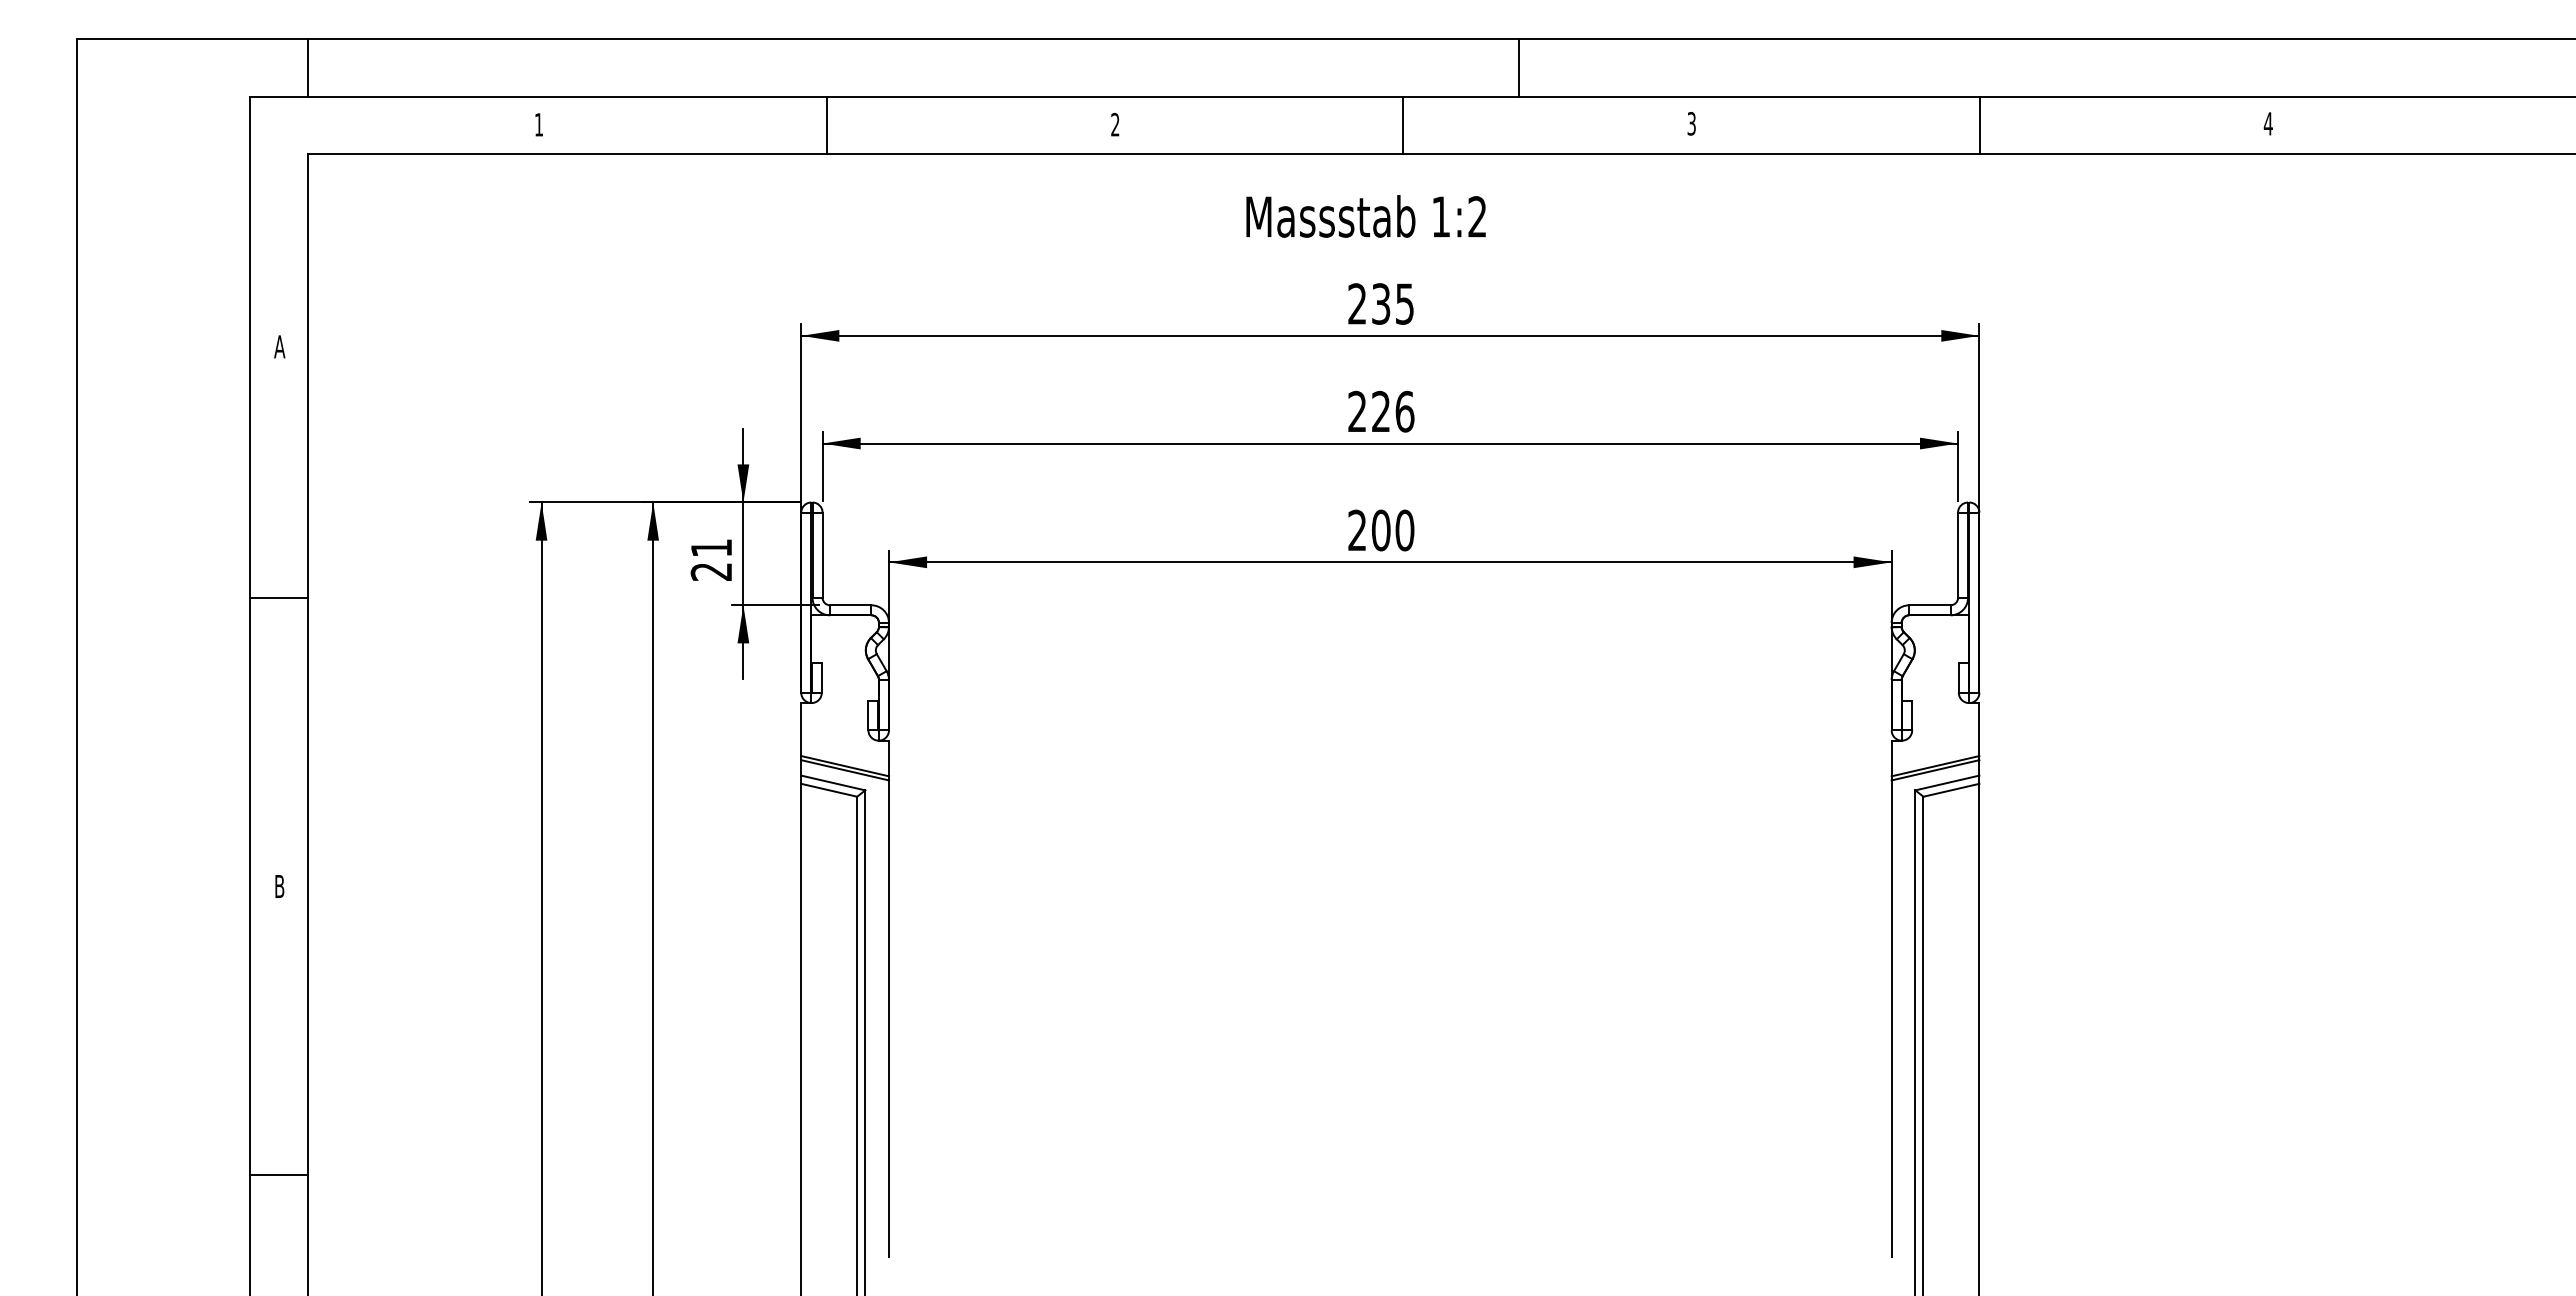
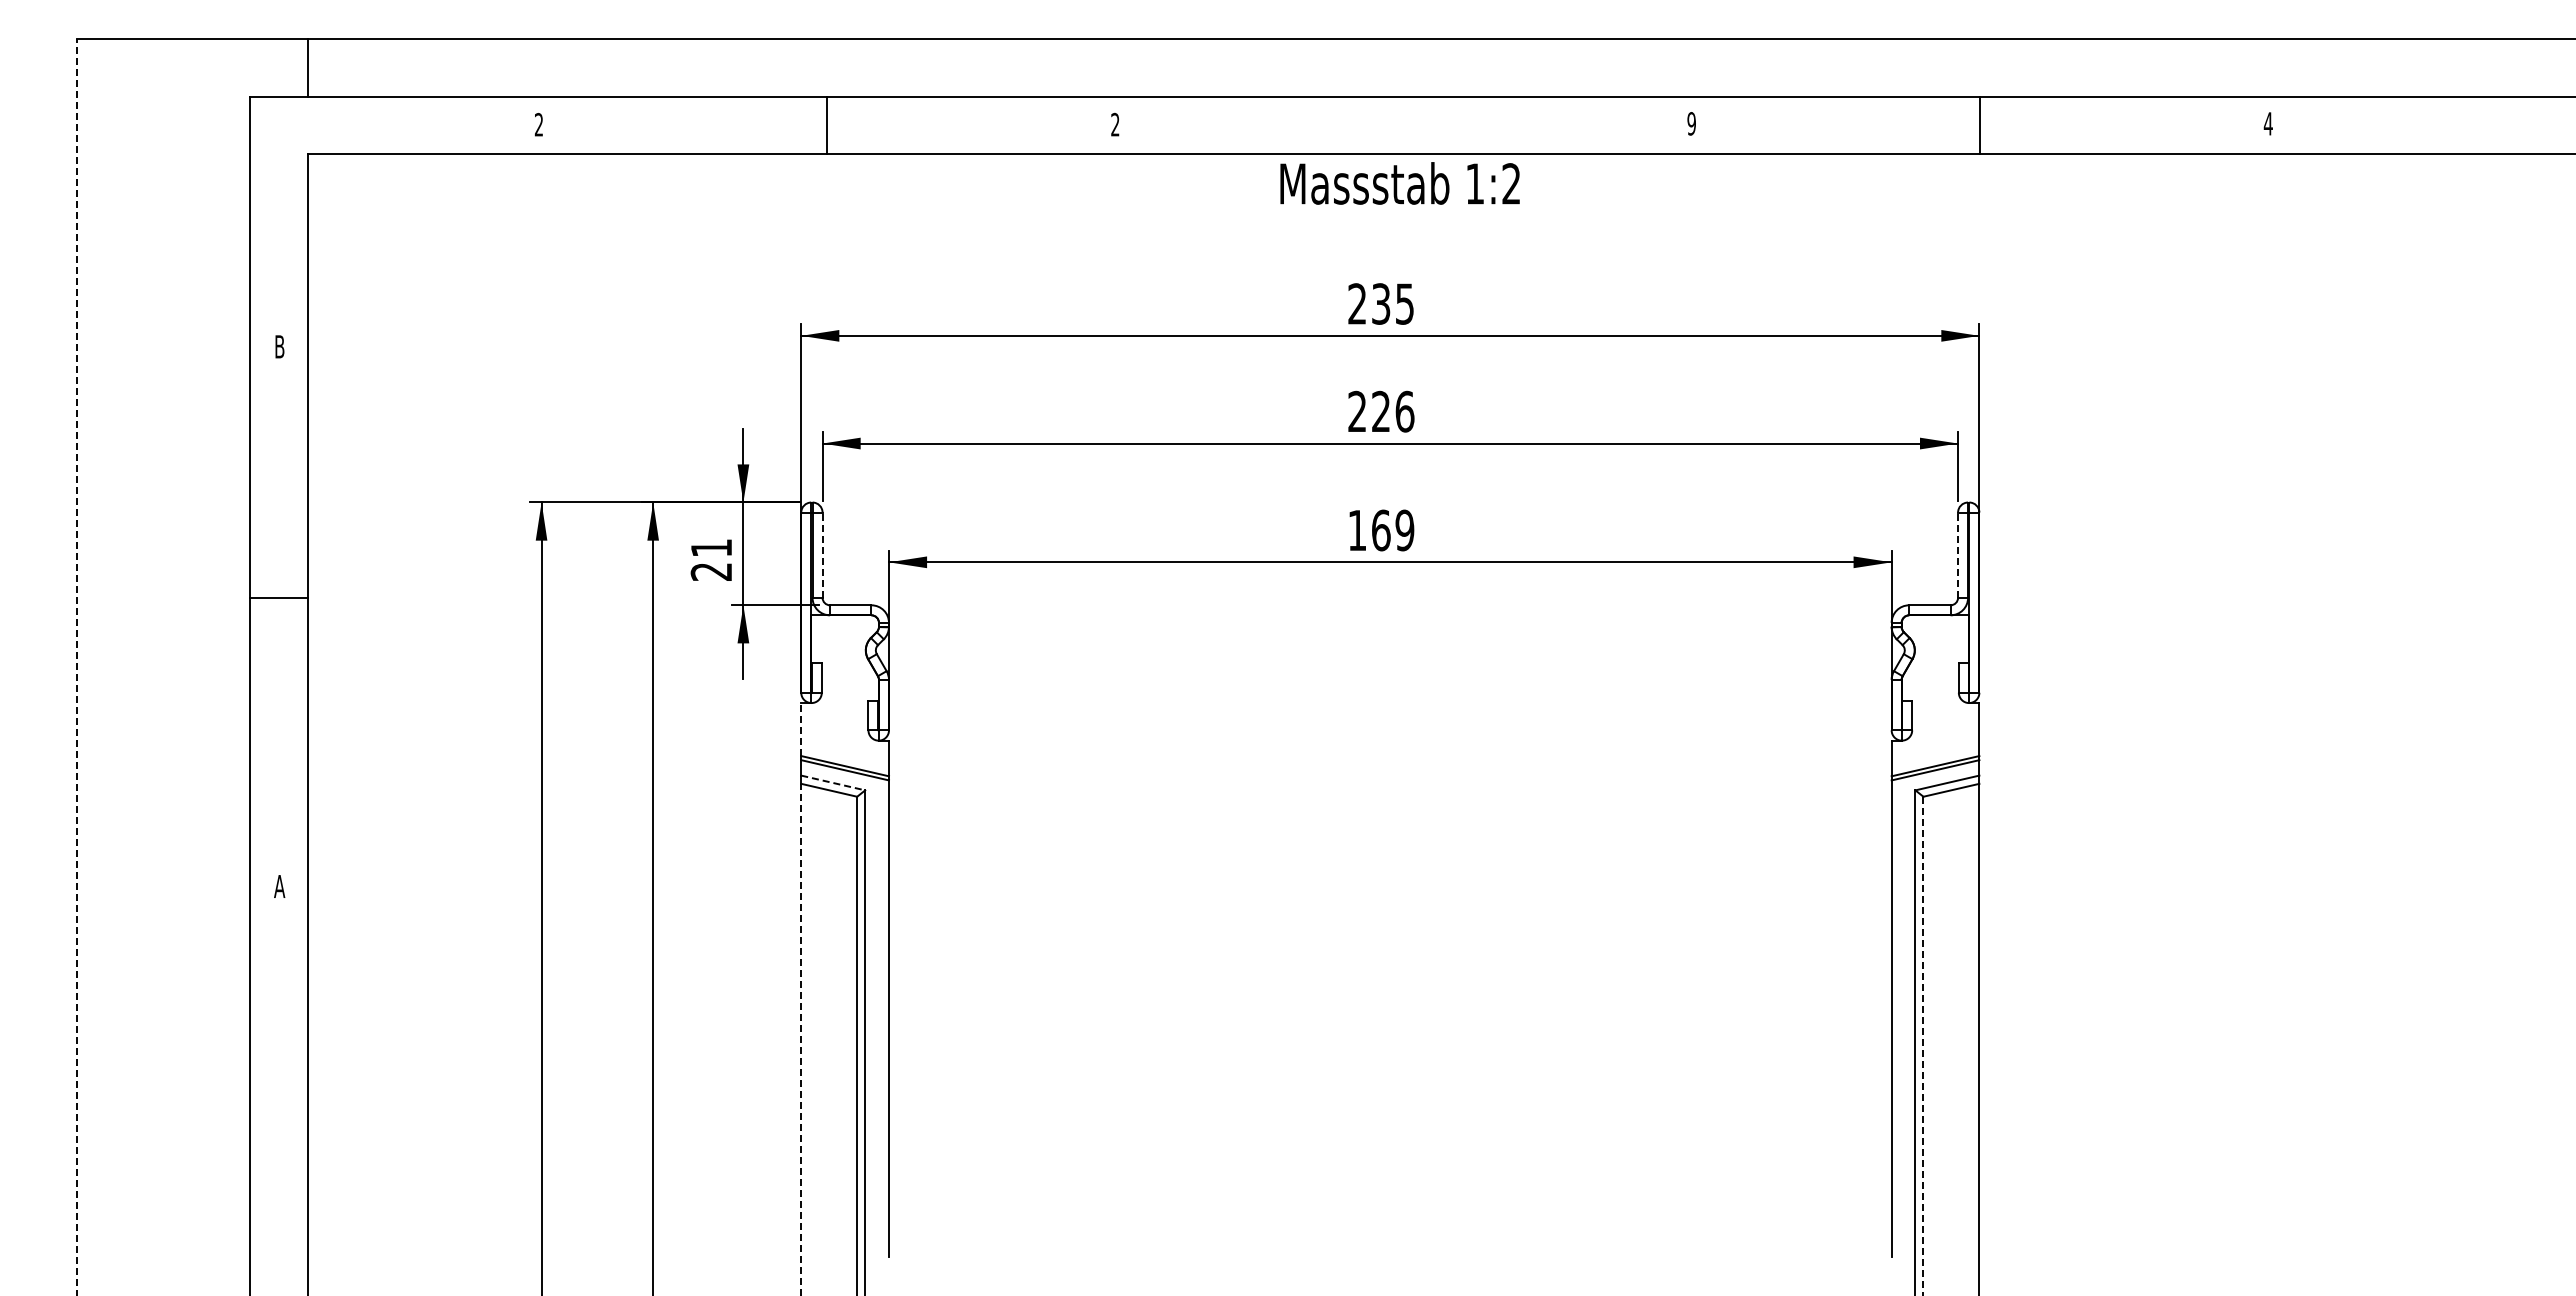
line at (1518, 67): present -> none
text at (1691, 123): 3 -> 9
text at (538, 124): 1 -> 2
line at (1403, 125): present -> none
text at (1365, 216) position: (1365, 216) -> (1399, 183)
text at (279, 346): A -> B
text at (1381, 530): 200 -> 169
line at (822, 555): solid -> dashed
line at (1958, 555): solid -> dashed
line at (77, 666): solid -> dashed
line at (801, 729): solid -> dashed
line at (833, 782): solid -> dashed
text at (279, 886): B -> A
line at (801, 1039): solid -> dashed
line at (1923, 1046): solid -> dashed
line at (278, 1174): present -> none
